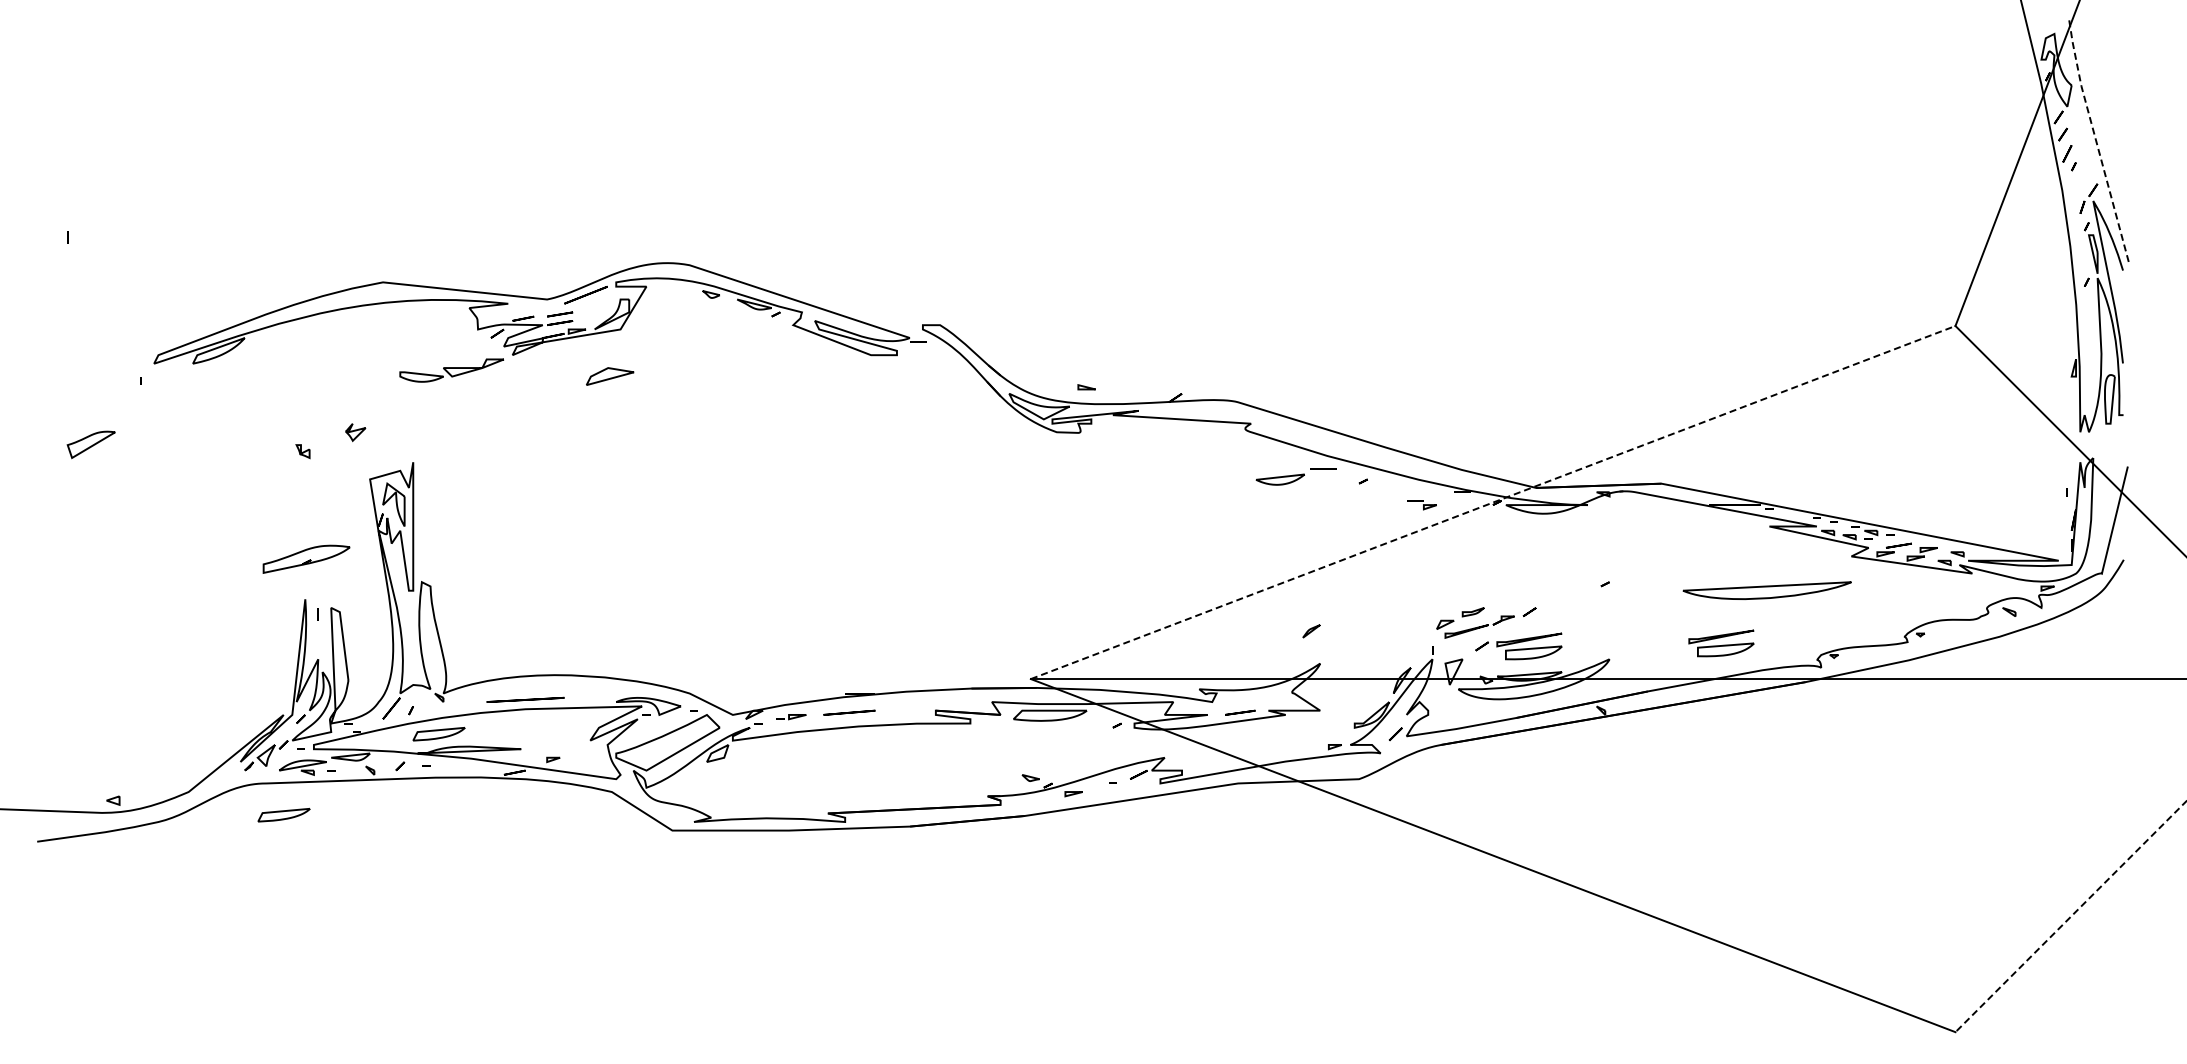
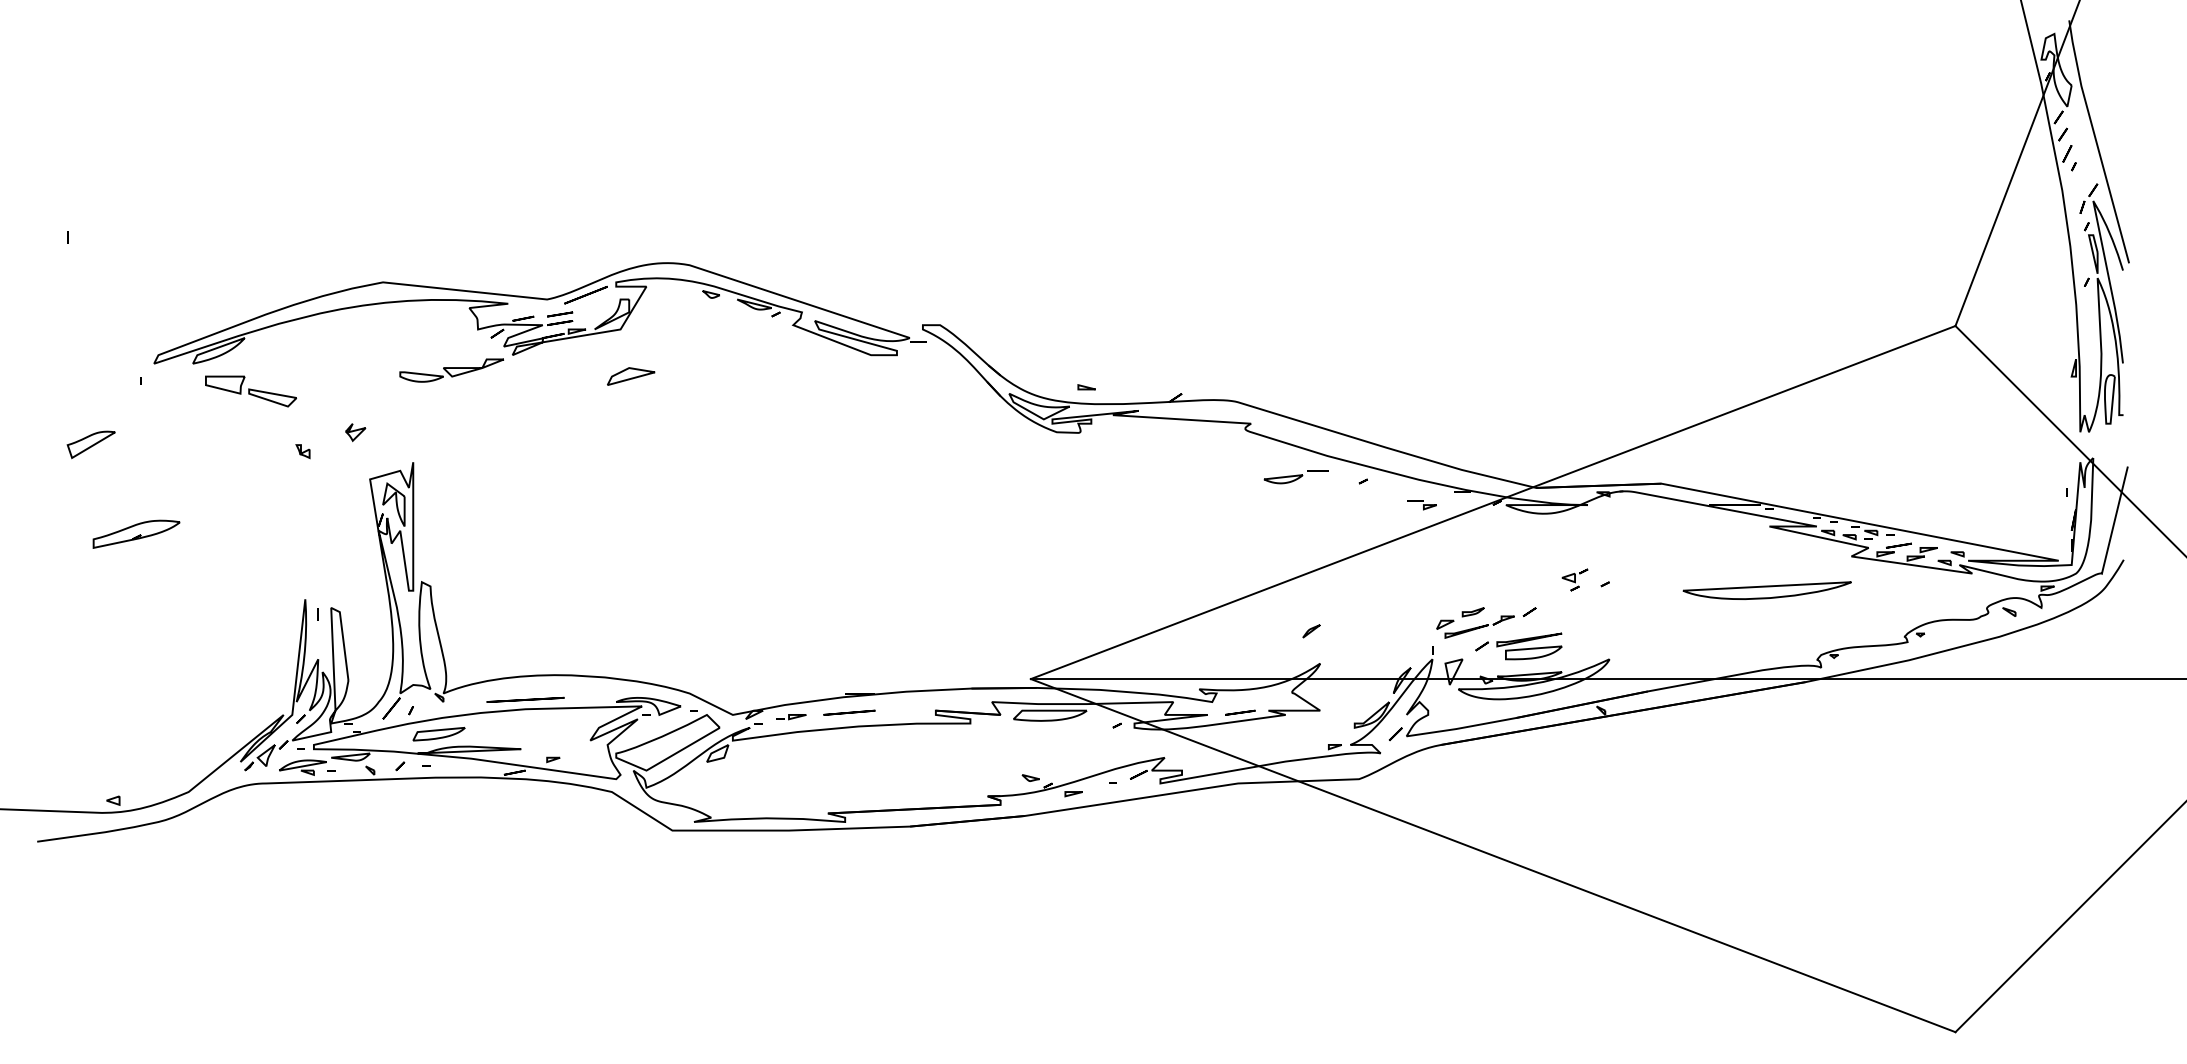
line at (2096, 141): dashed -> solid
part at (610, 376) position: (610, 376) -> (631, 376)
part at (250, 391): none -> present
part at (1295, 476) size: 82x18 px -> 66x15 px
line at (1493, 502): dashed -> solid
part at (306, 558) position: (306, 558) -> (136, 533)
part at (1574, 579): none -> present
part at (1721, 643): present -> none
part at (283, 815): present -> none
line at (2070, 916): dashed -> solid
